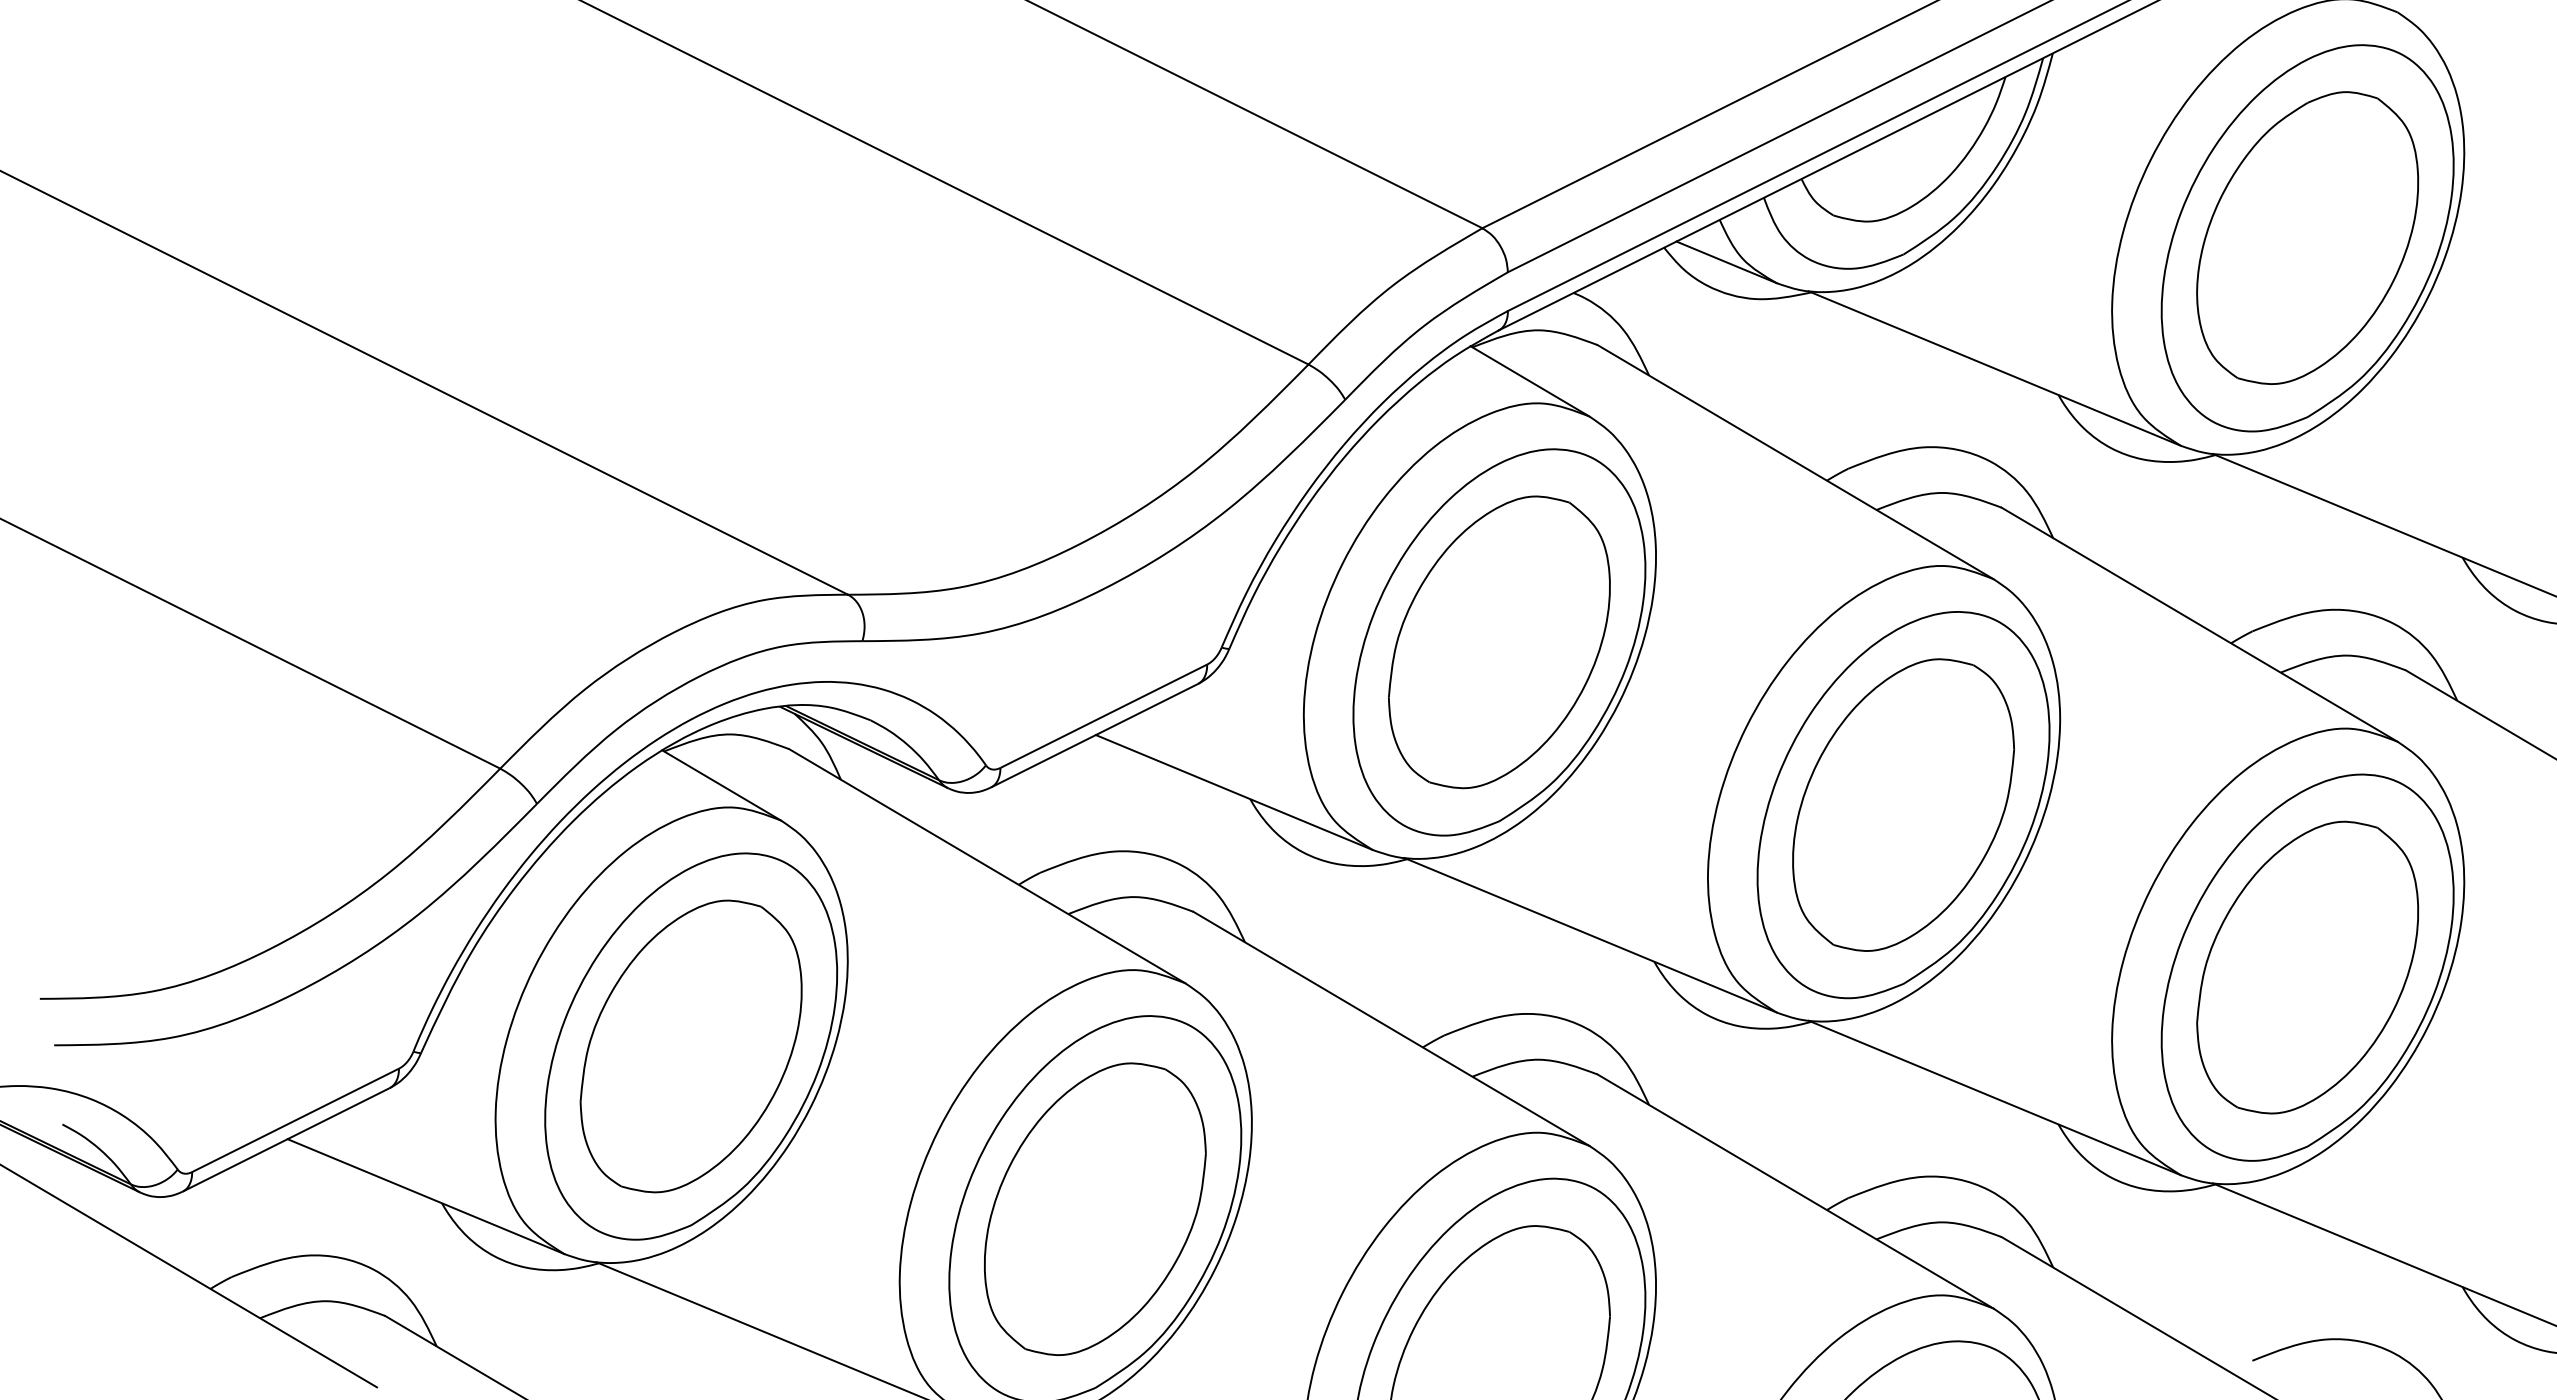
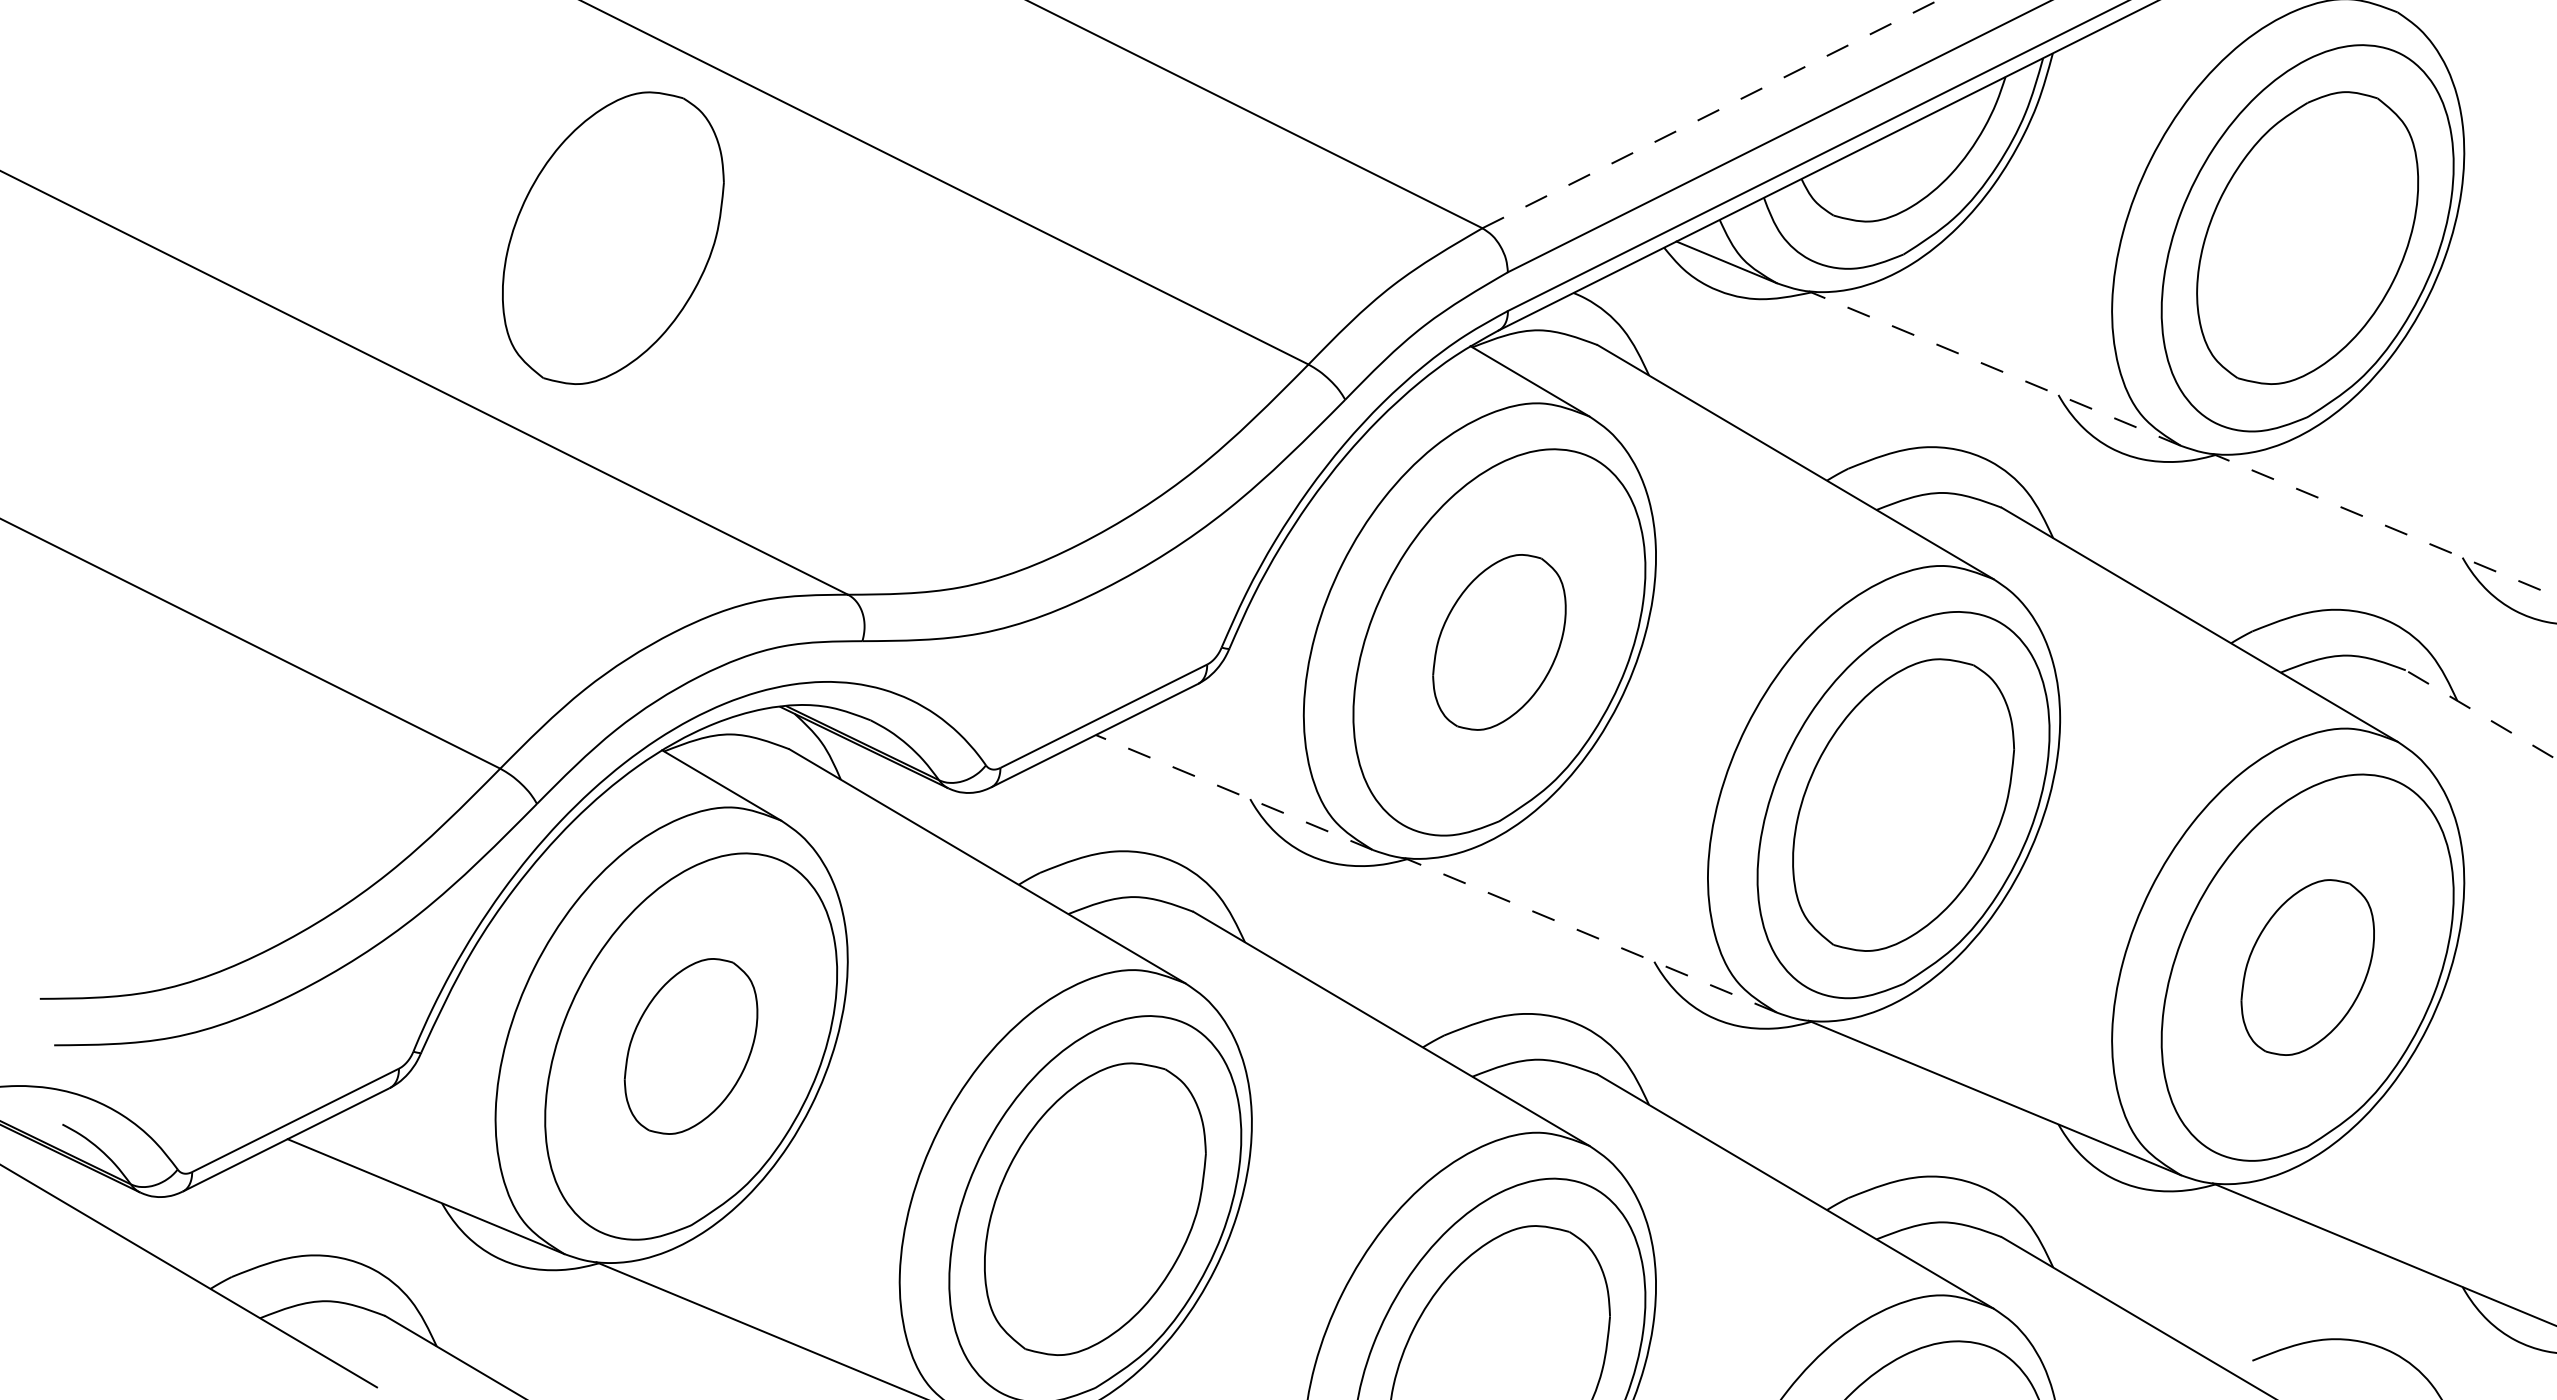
line at (1710, 114): solid -> dashed
part at (613, 237): none -> present
line at (1994, 368): solid -> dashed
line at (2384, 525): solid -> dashed
part at (1499, 642) size: 223x295 px -> 135x177 px
line at (2481, 715): solid -> dashed
line at (1234, 792): solid -> dashed
line at (1590, 935): solid -> dashed
part at (2307, 967) size: 224x295 px -> 135x177 px
part at (690, 1046) size: 224x295 px -> 136x177 px
